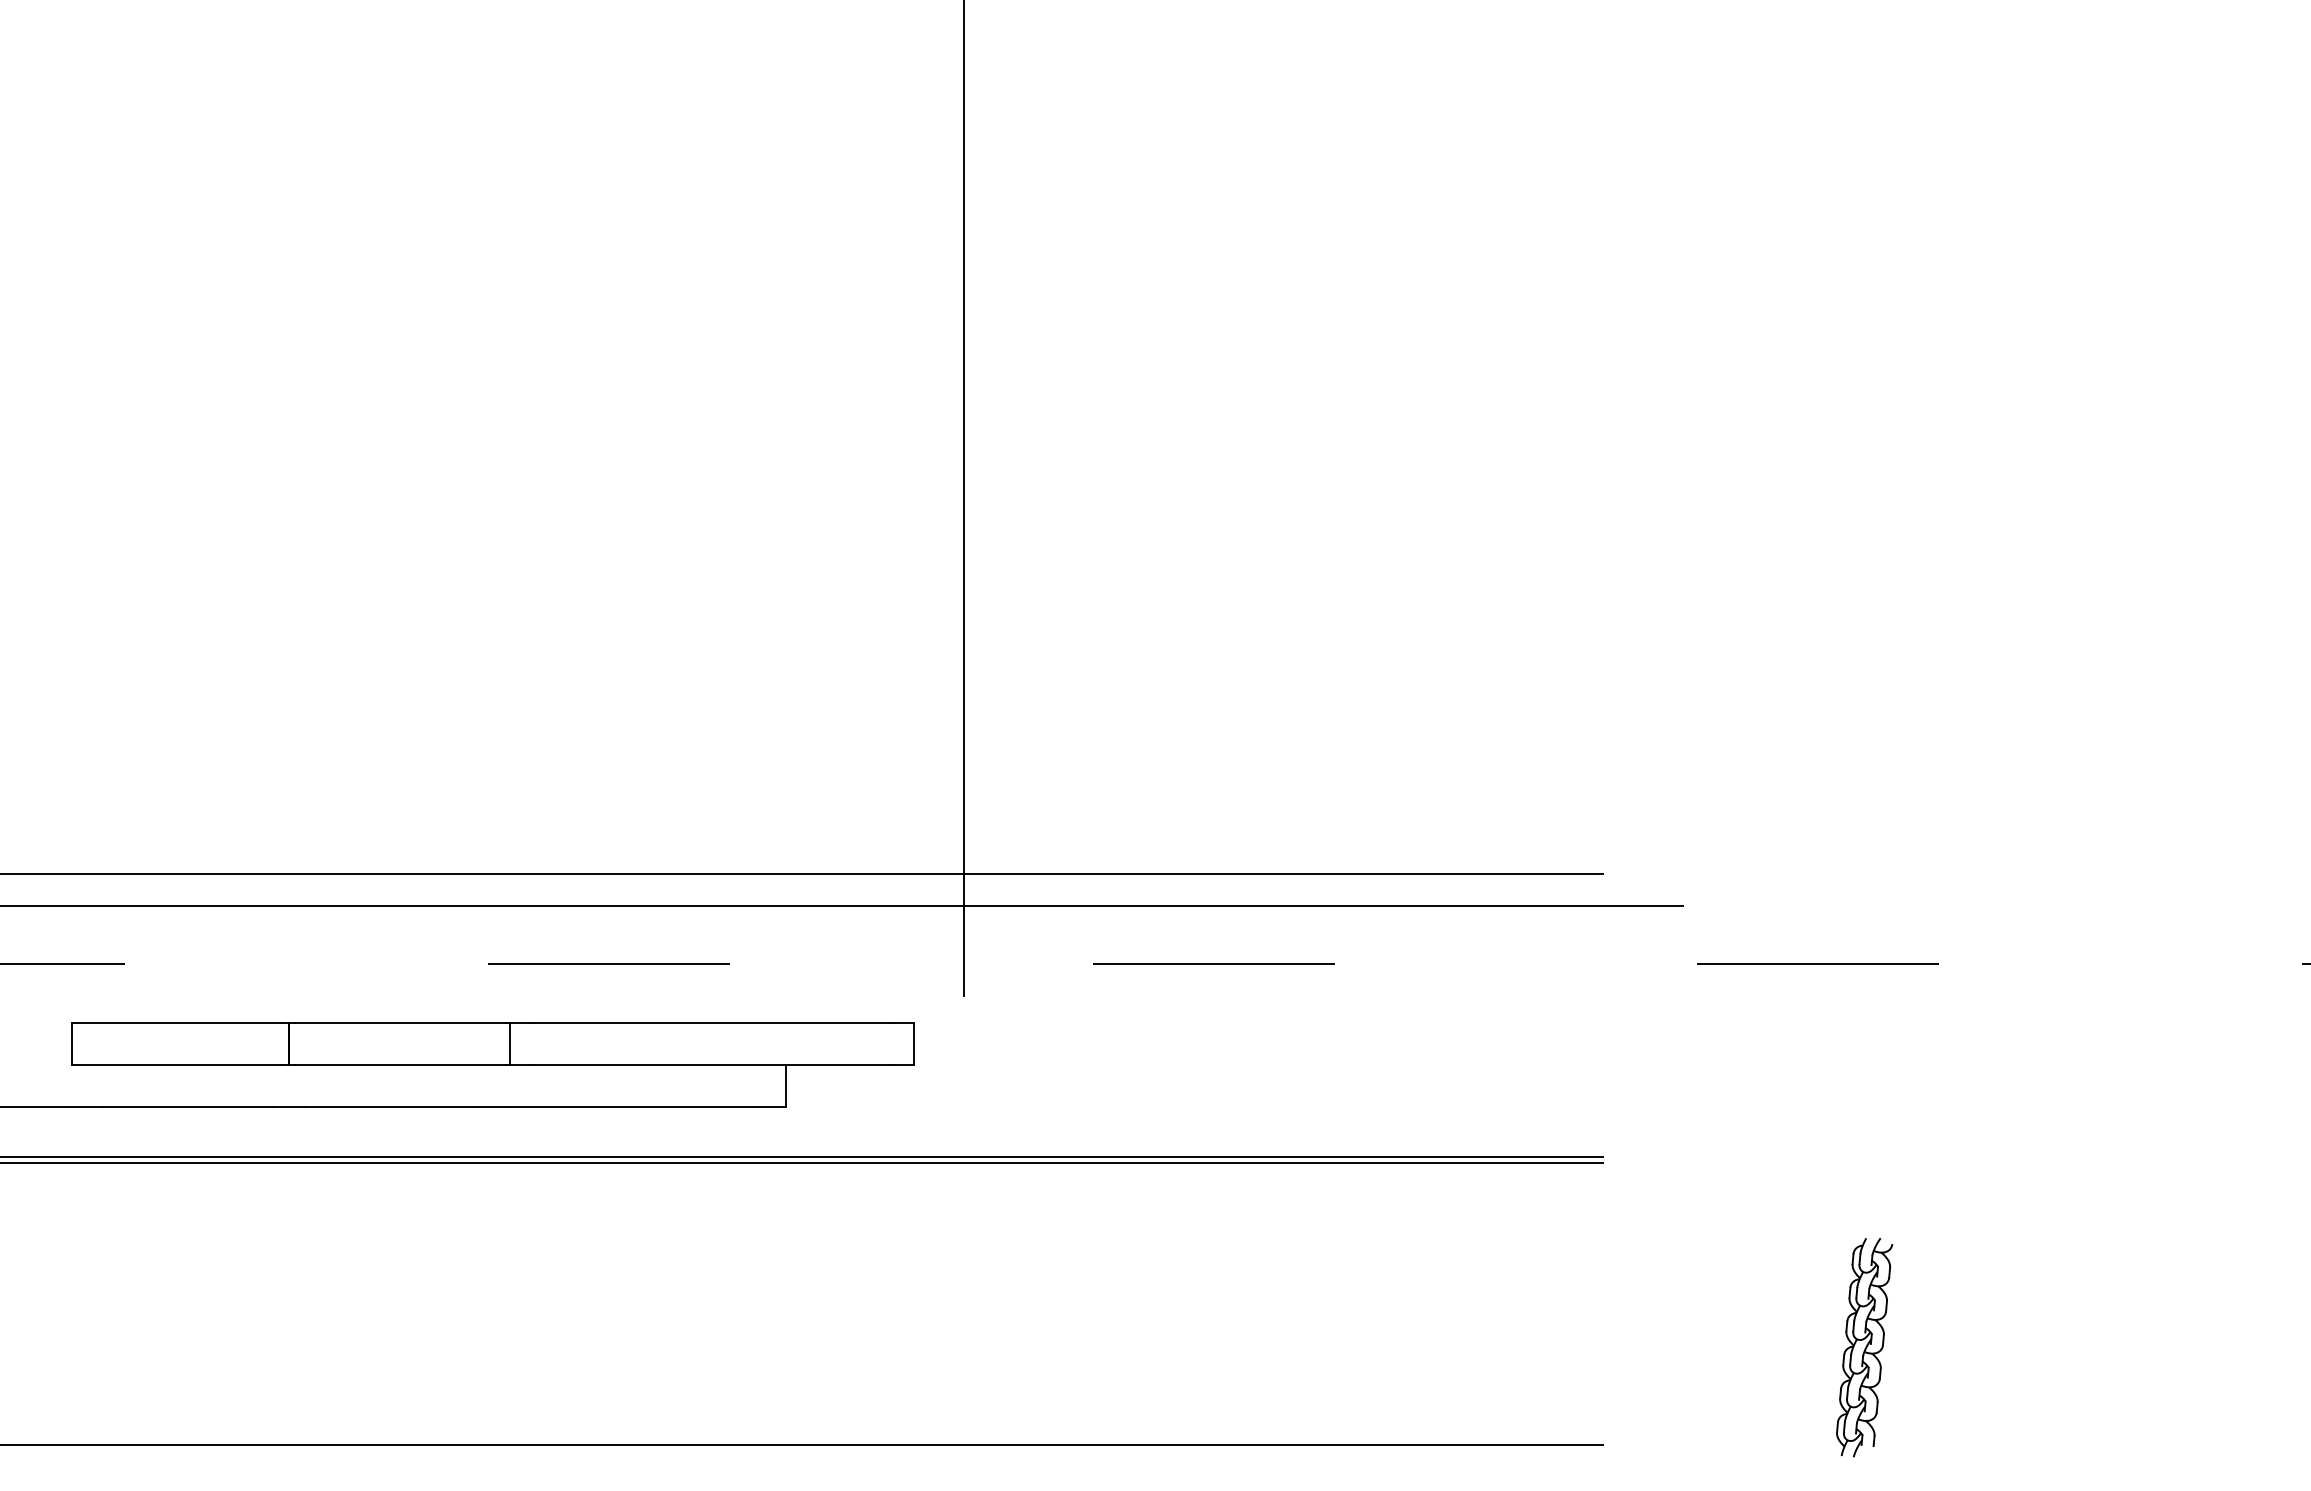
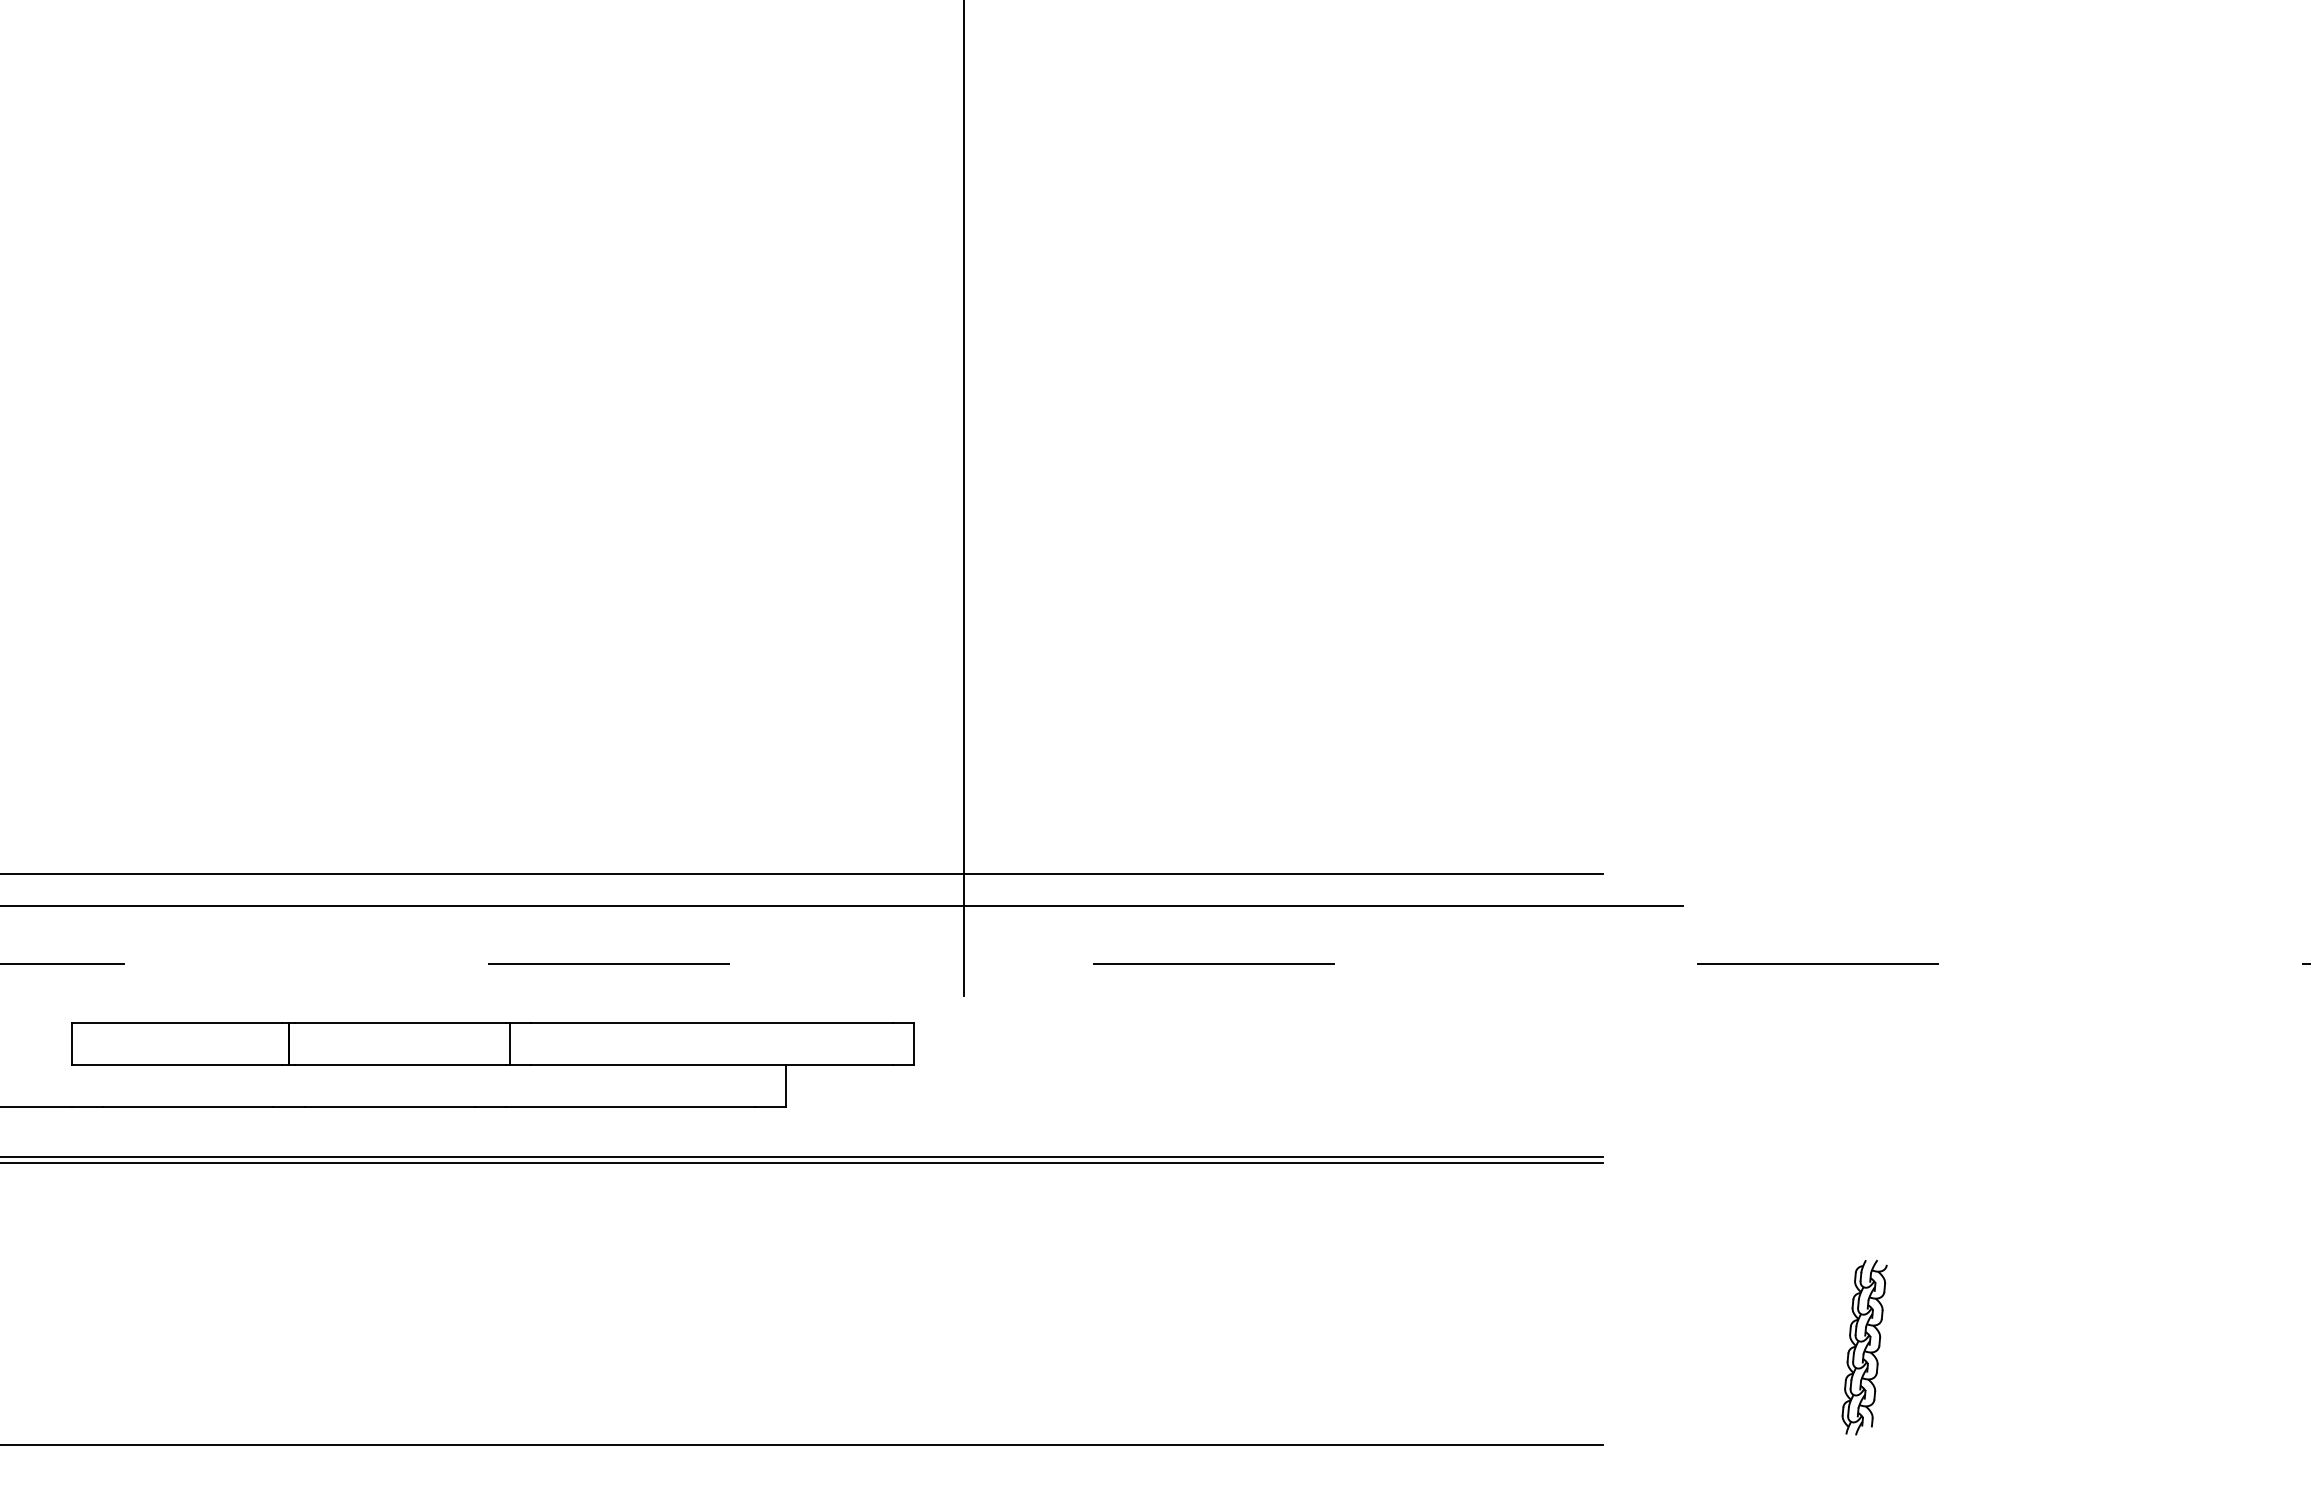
part at (1864, 1347) size: 58x220 px -> 47x176 px
